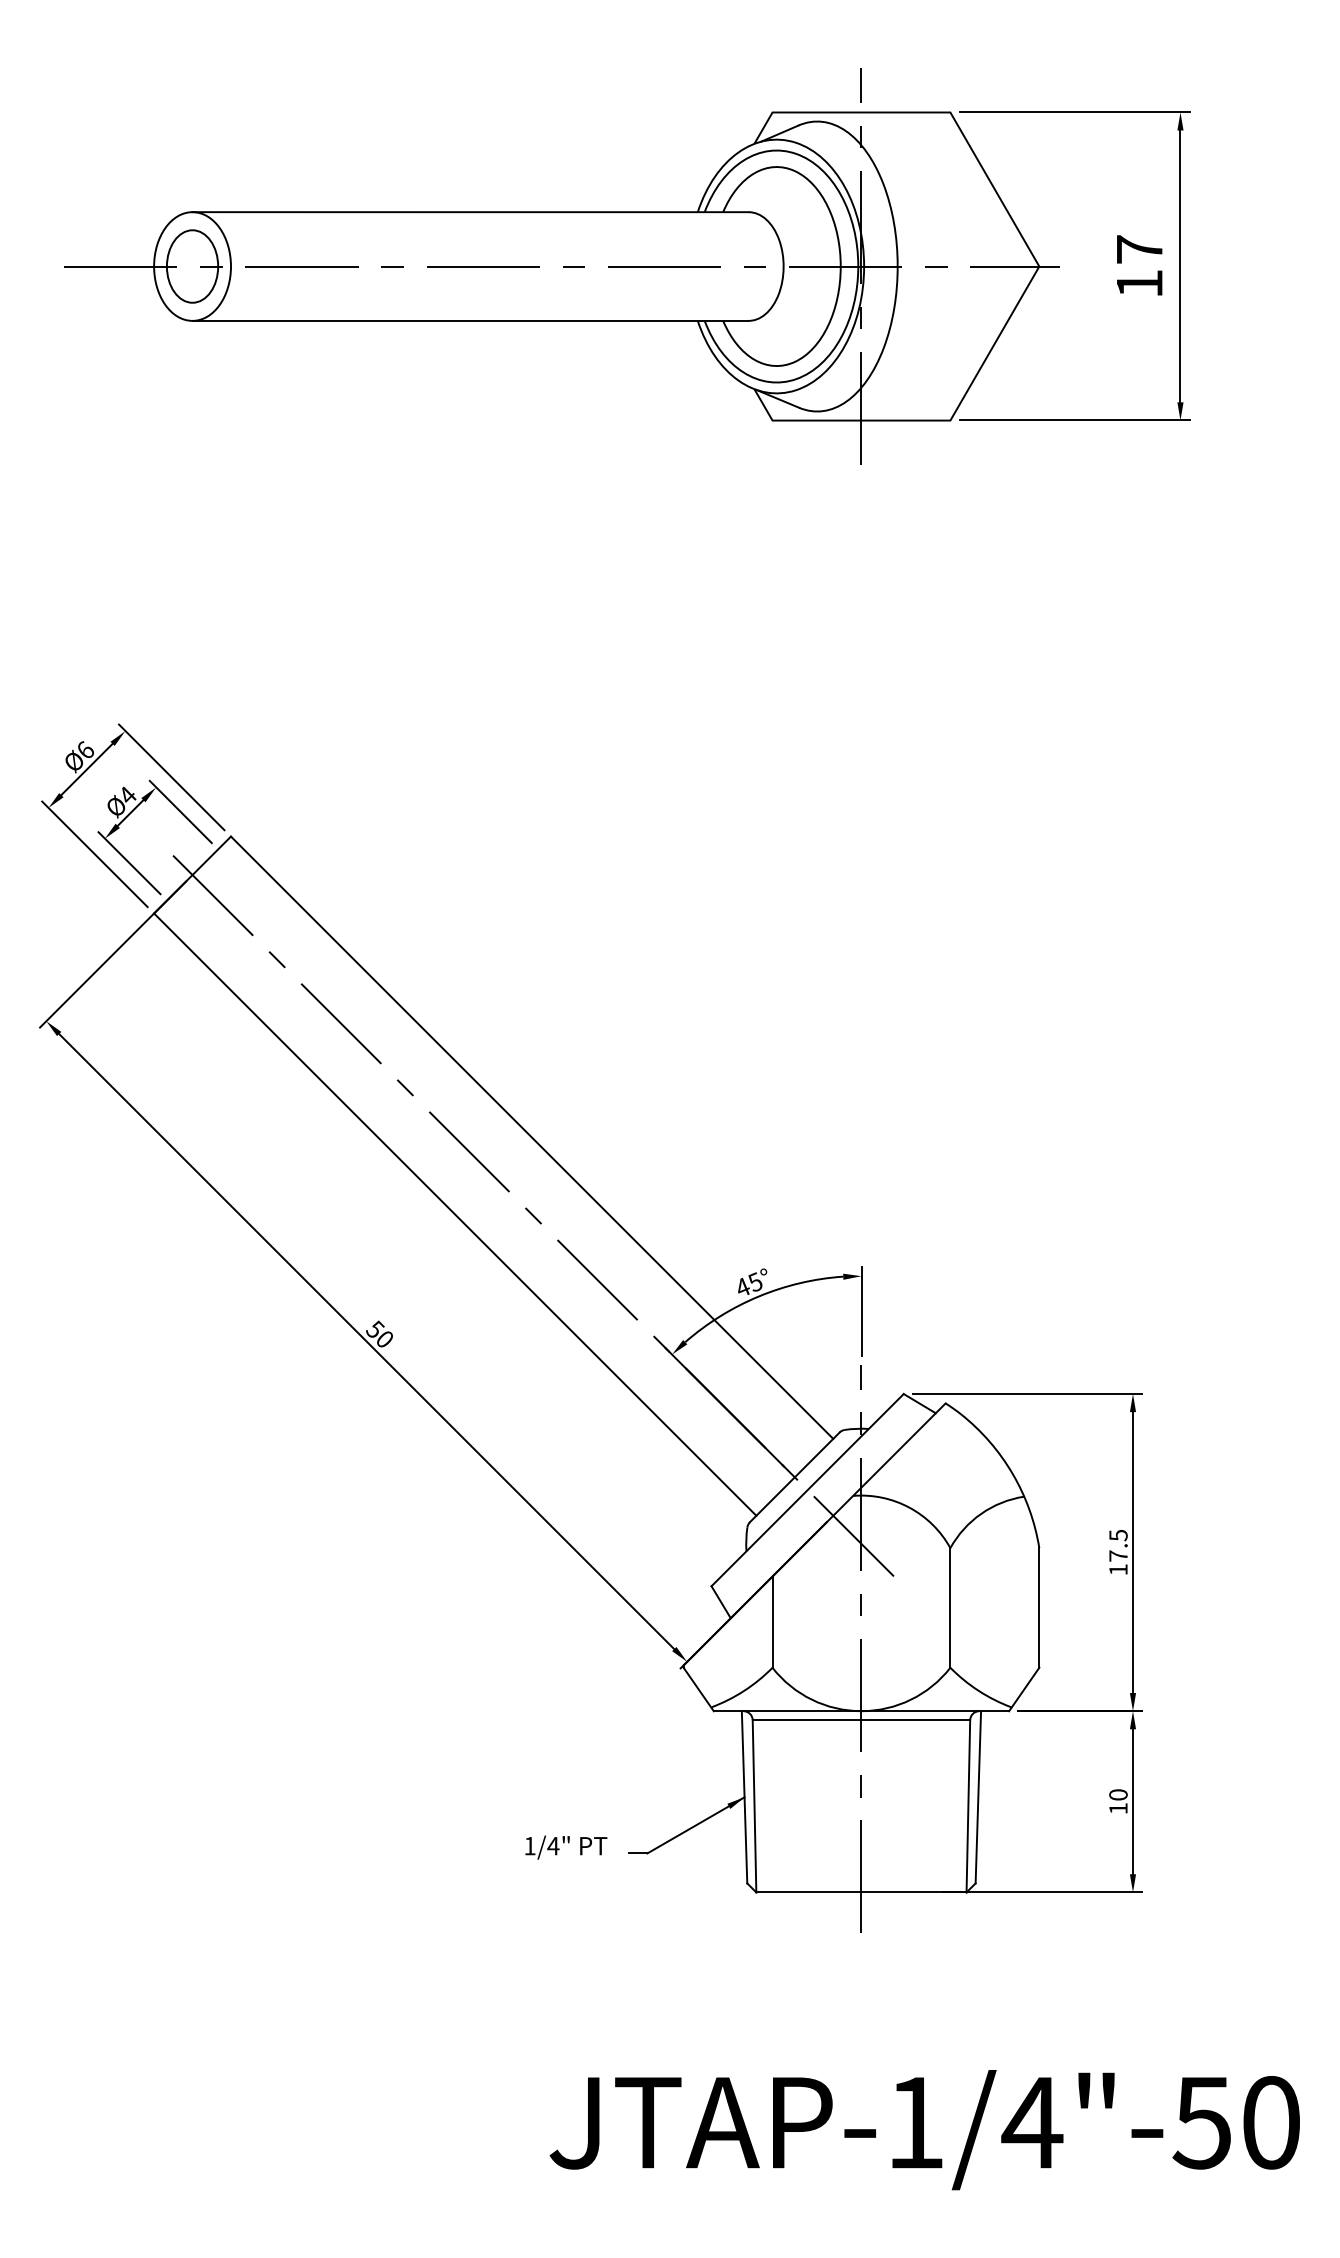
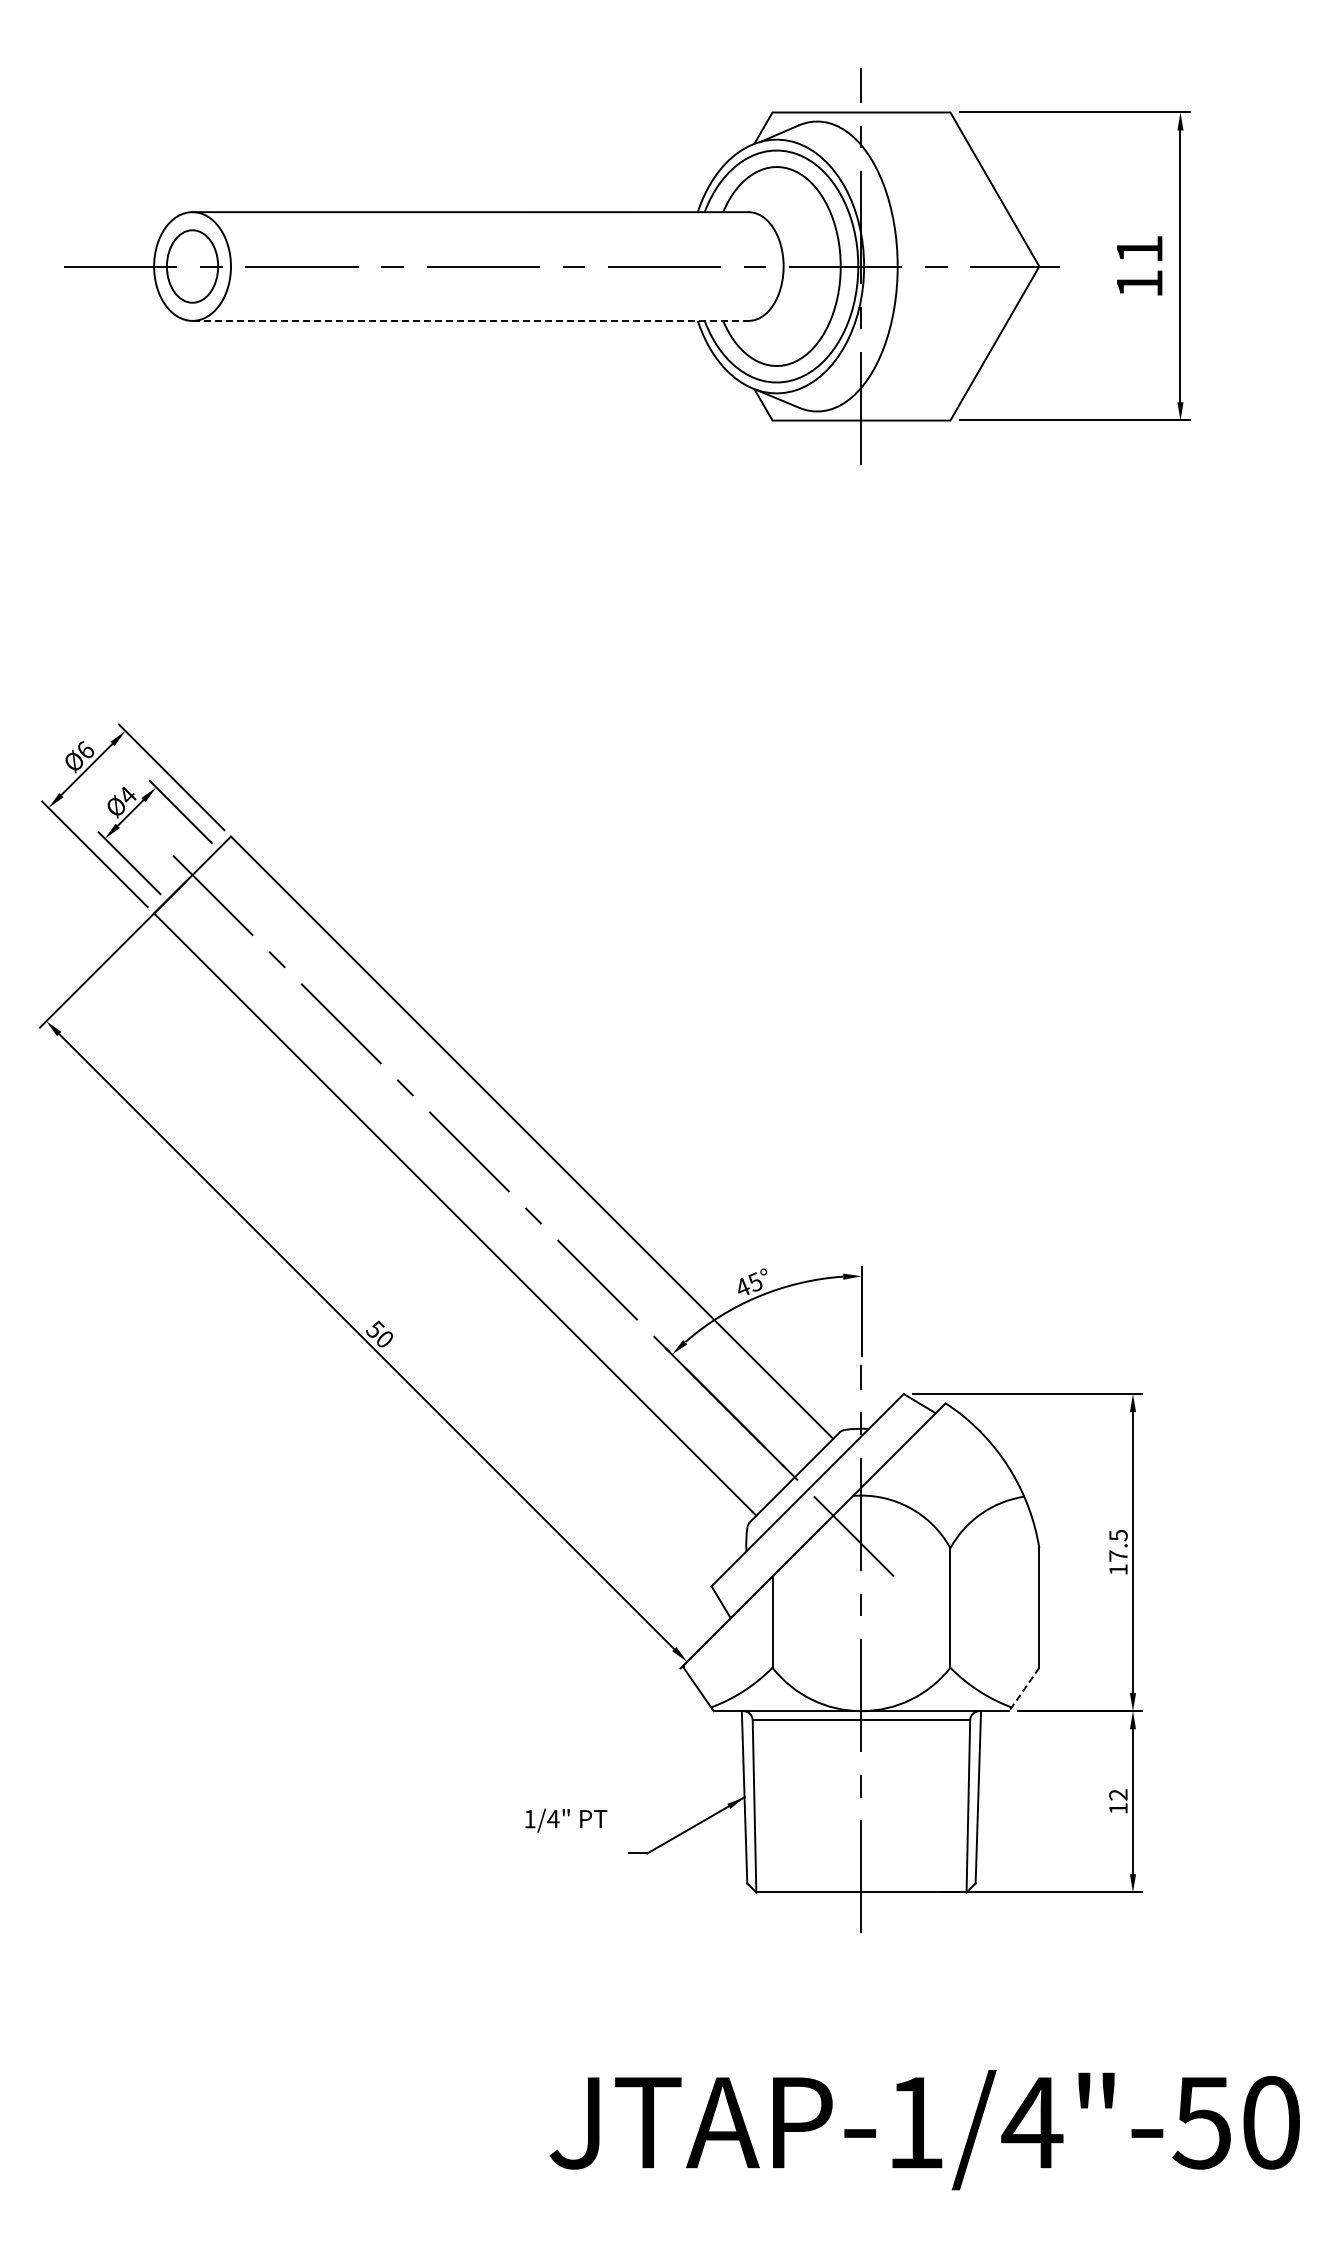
text at (1139, 249): 17 -> 11
line at (470, 320): solid -> dashed
line at (1023, 1689): solid -> dashed
text at (1118, 1794): 10 -> 12
text at (566, 1847) position: (566, 1847) -> (566, 1820)
